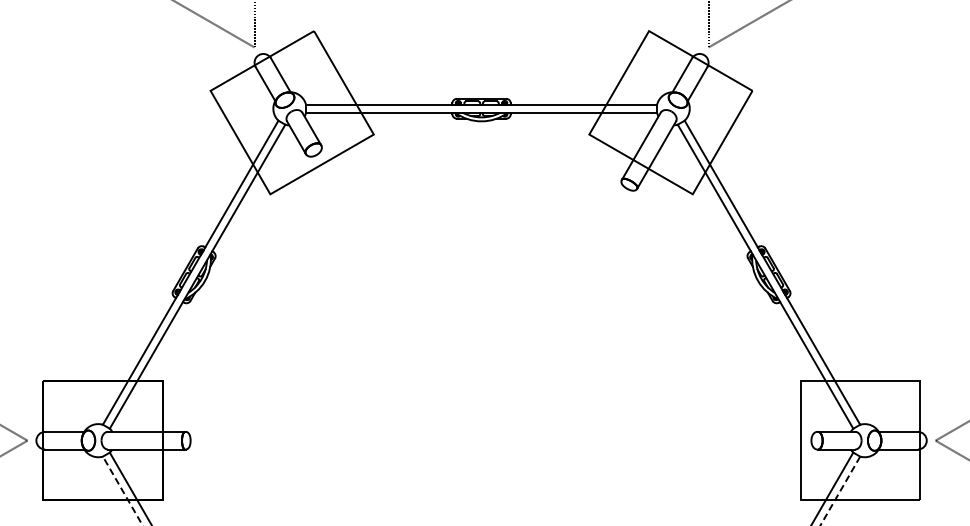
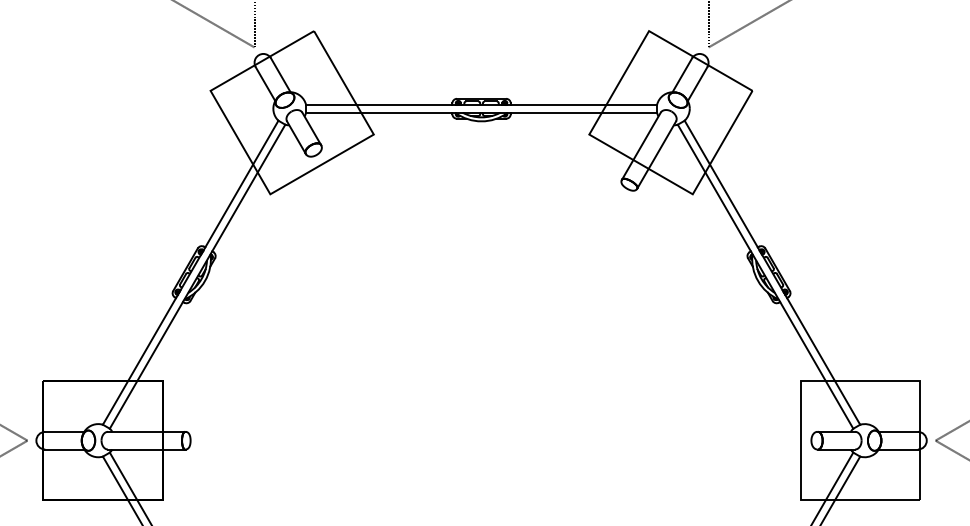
line at (122, 491): dashed -> solid
line at (840, 491): dashed -> solid
